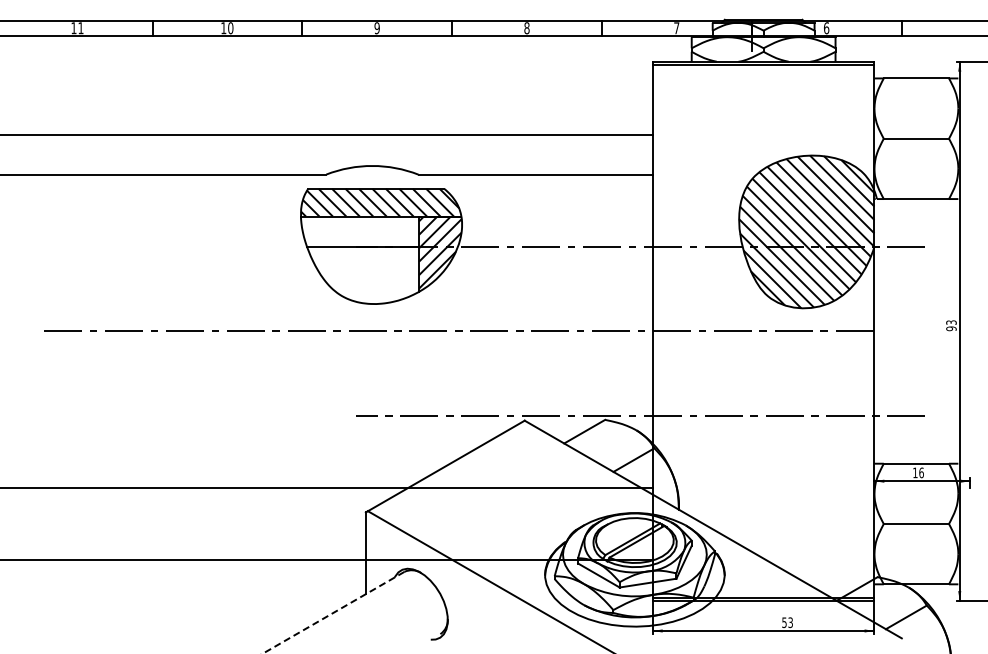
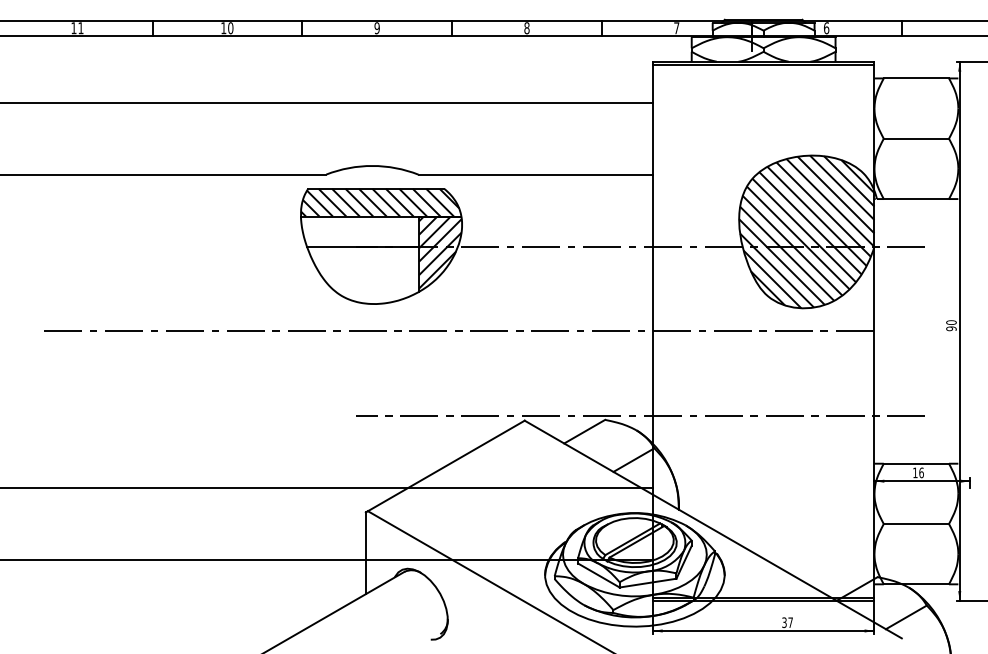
line at (327, 134) position: (327, 134) -> (327, 102)
text at (951, 322): 93 -> 90
line at (333, 612): dashed -> solid
text at (787, 622): 53 -> 37
